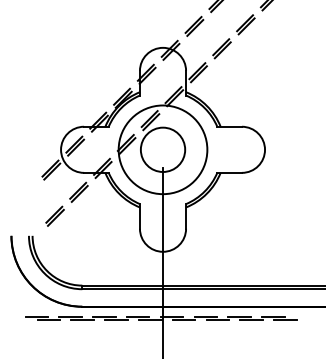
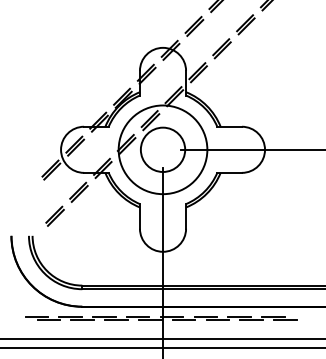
line at (251, 149): none -> present
line at (162, 338): none -> present
line at (162, 347): none -> present
